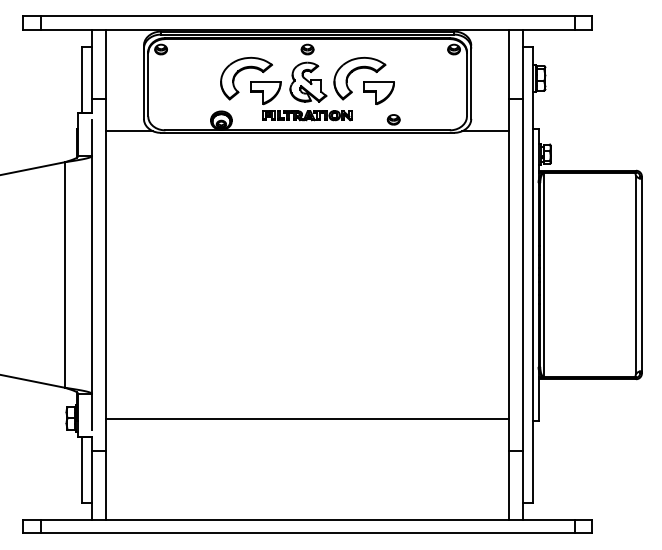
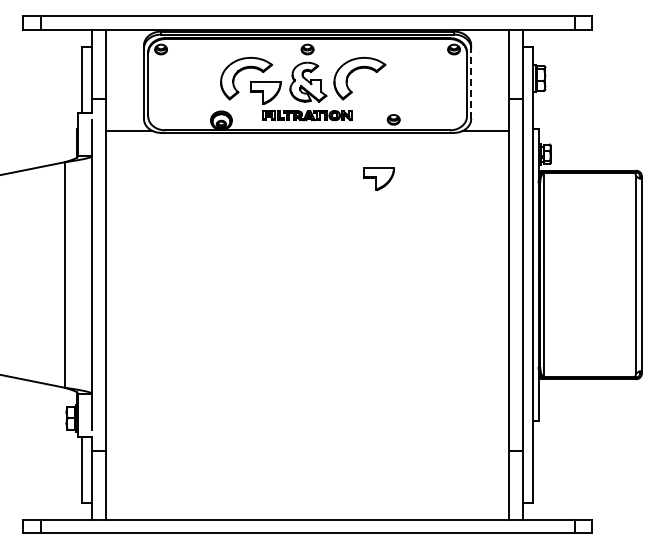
line at (471, 83): solid -> dashed
part at (378, 92) position: (378, 92) -> (378, 178)
line at (307, 418): present -> none
